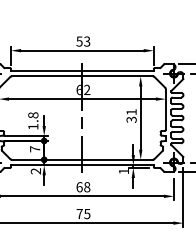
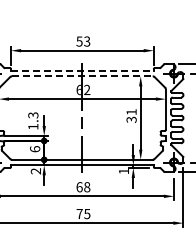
line at (82, 70): solid -> dashed
line at (82, 76): solid -> dashed
text at (33, 115): 1.8 -> 1.3
text at (35, 149): 7 -> 6
